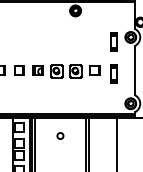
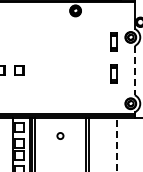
line at (134, 70): solid -> dashed
part at (66, 71): present -> none
line at (117, 144): solid -> dashed
